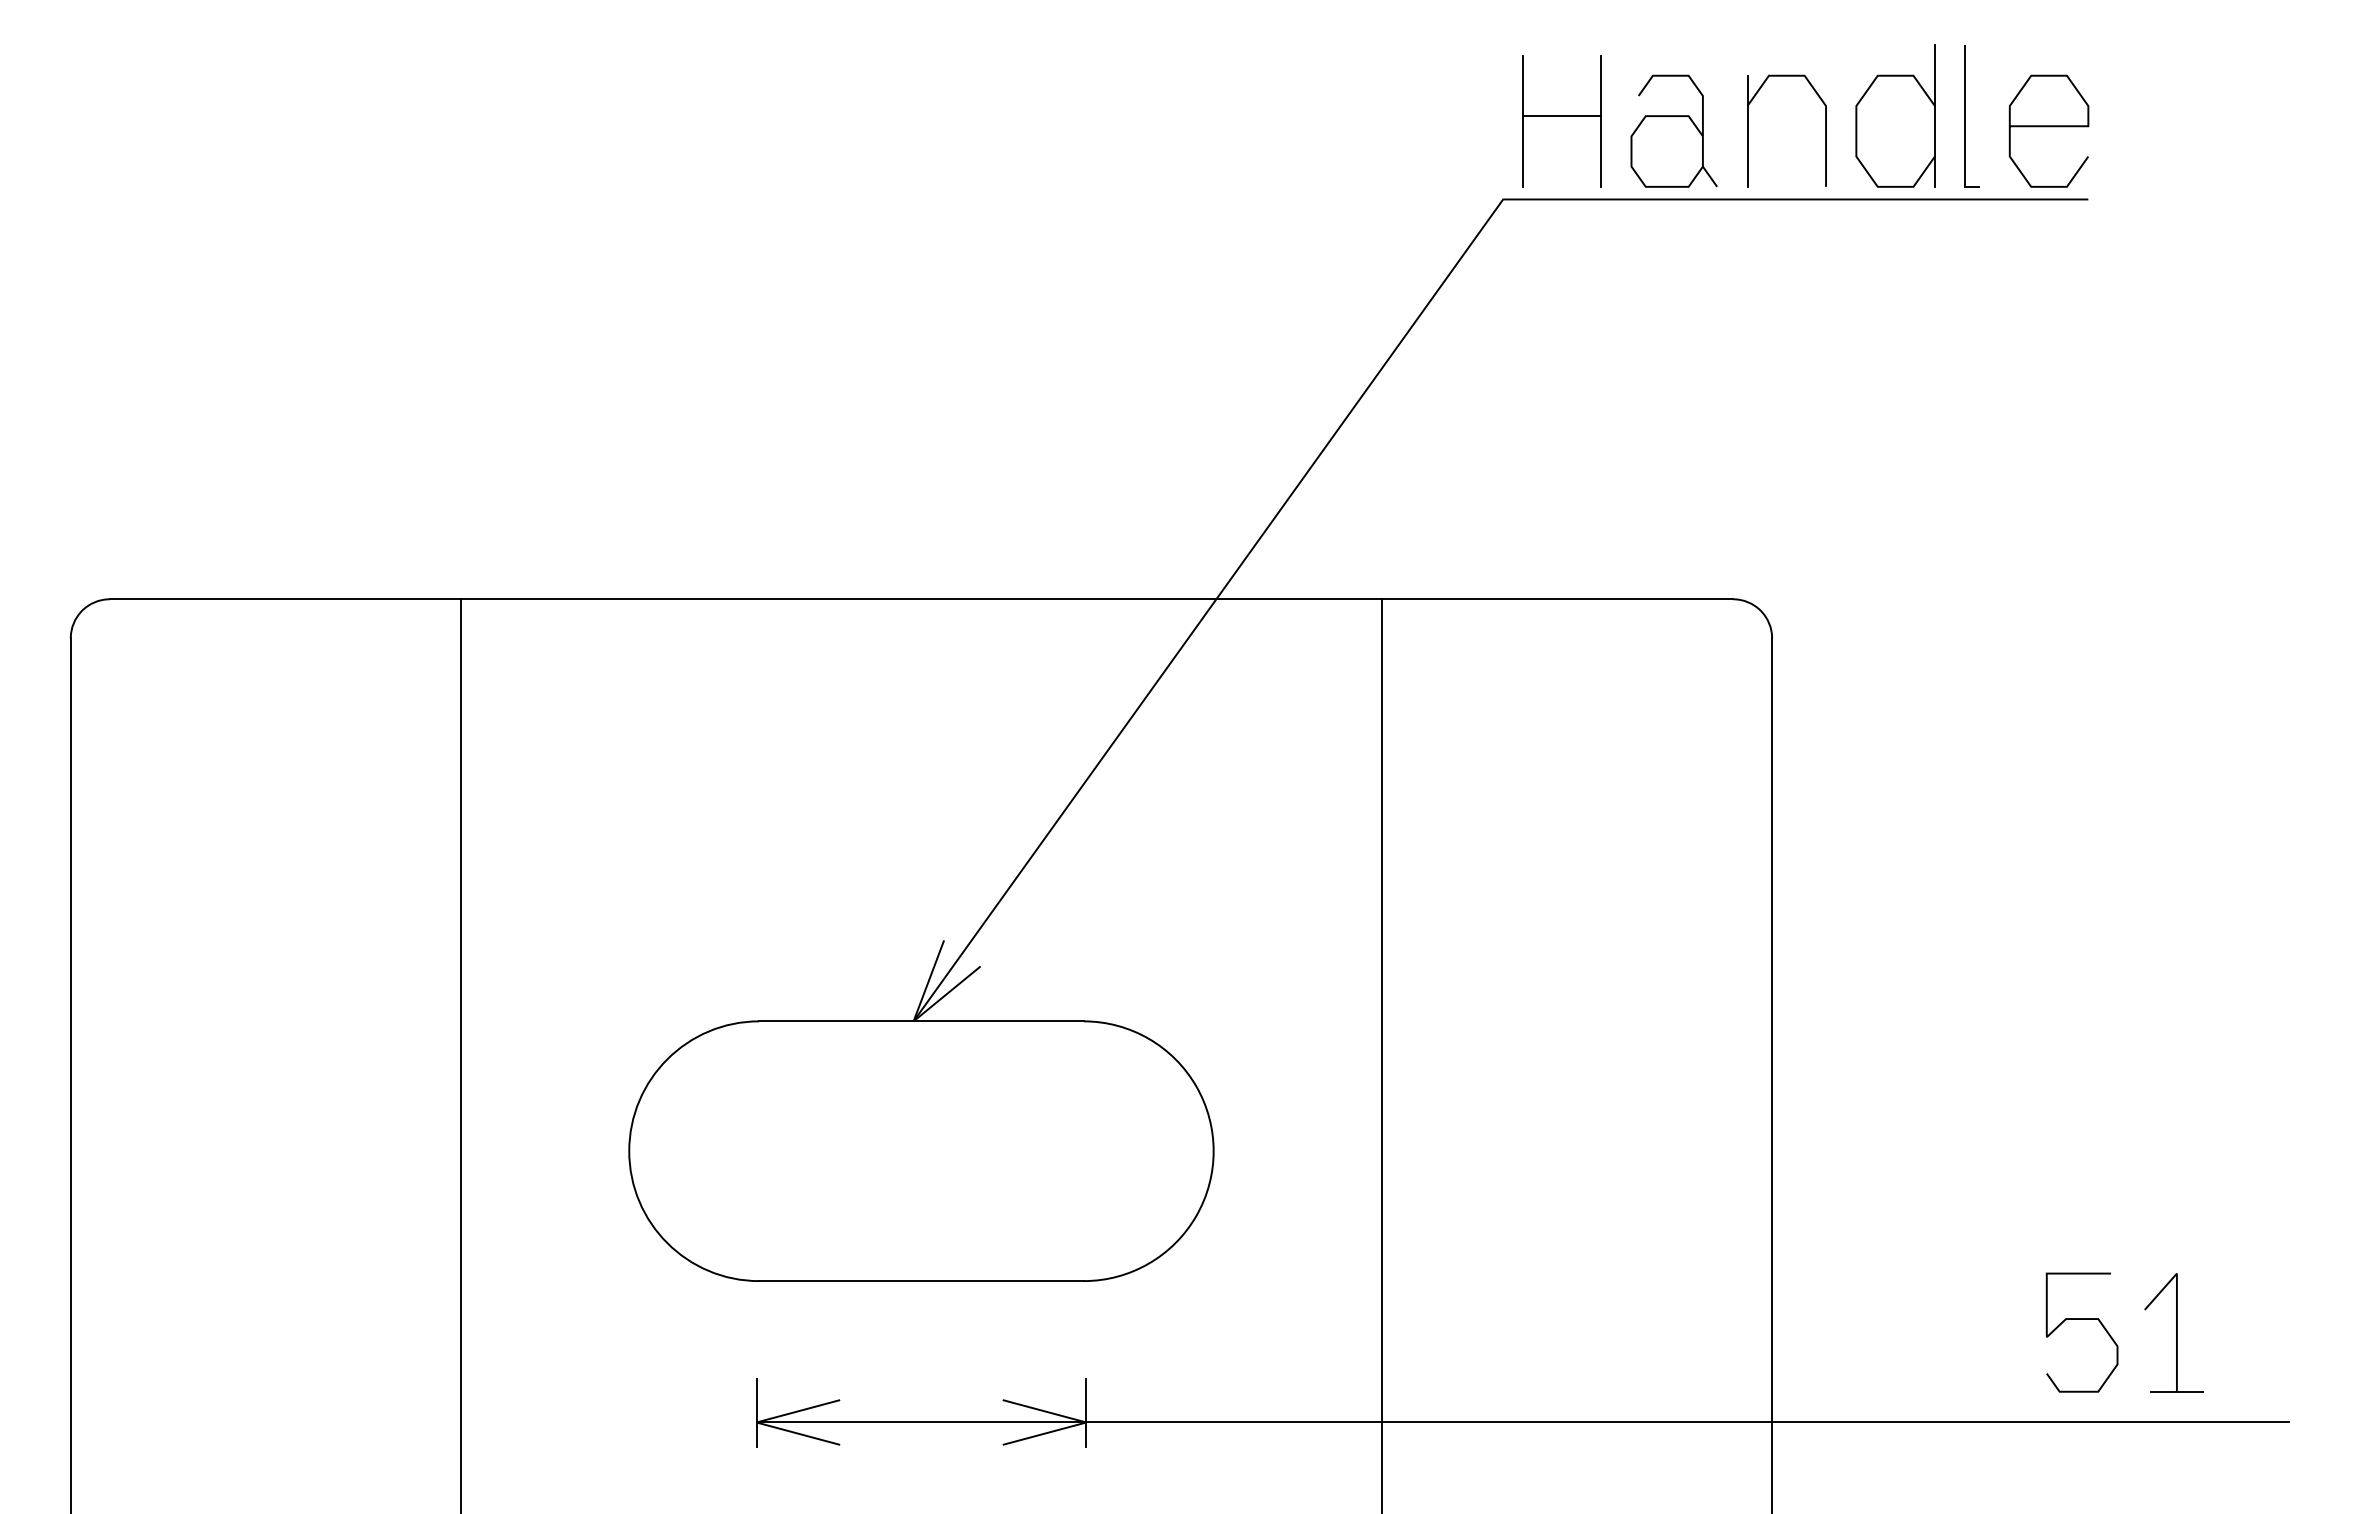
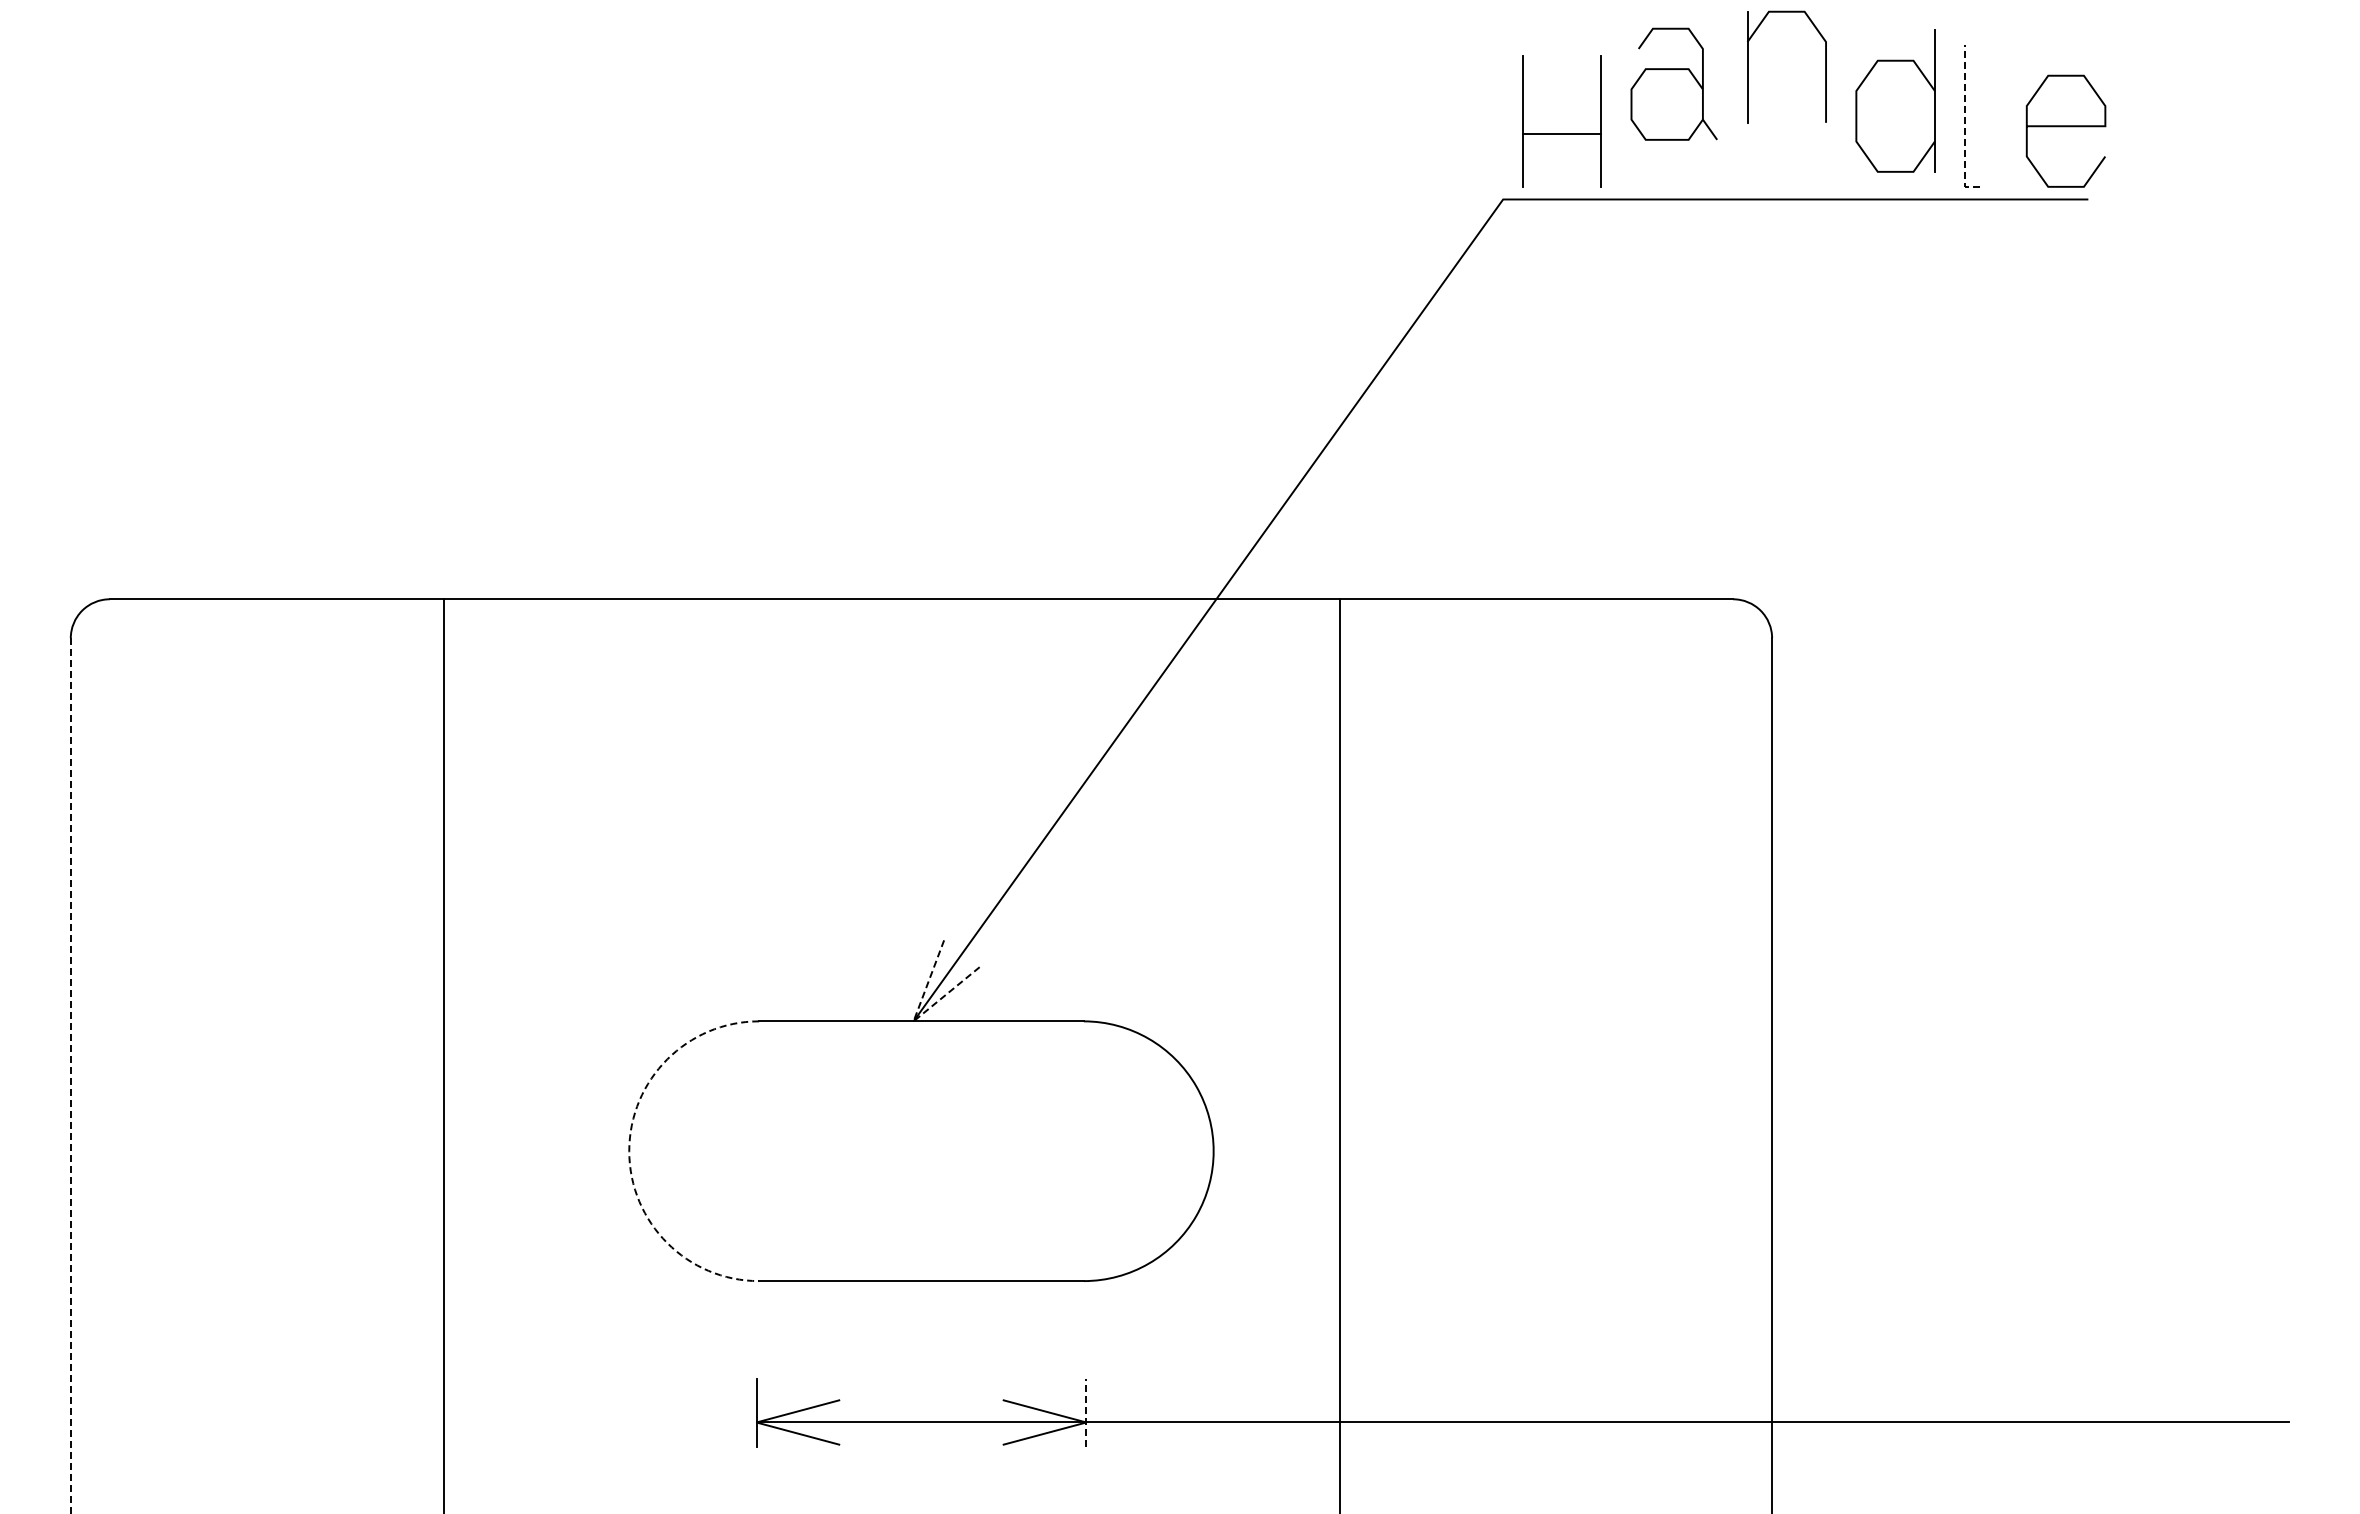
part at (1895, 115) position: (1895, 115) -> (1895, 100)
line at (1561, 116) position: (1561, 116) -> (1561, 134)
line at (1965, 124): solid -> dashed
curve at (2048, 127) position: (2048, 127) -> (2065, 127)
part at (1673, 130) position: (1673, 130) -> (1673, 83)
part at (1748, 130) position: (1748, 130) -> (1748, 66)
line at (913, 1021): solid -> dashed
line at (460, 1054) position: (460, 1054) -> (443, 1054)
line at (1382, 1054) position: (1382, 1054) -> (1340, 1054)
line at (70, 1076): solid -> dashed
arc at (629, 1151): solid -> dashed
curve at (2081, 1319): present -> none
part at (2173, 1332): present -> none
line at (1086, 1413): solid -> dashed
